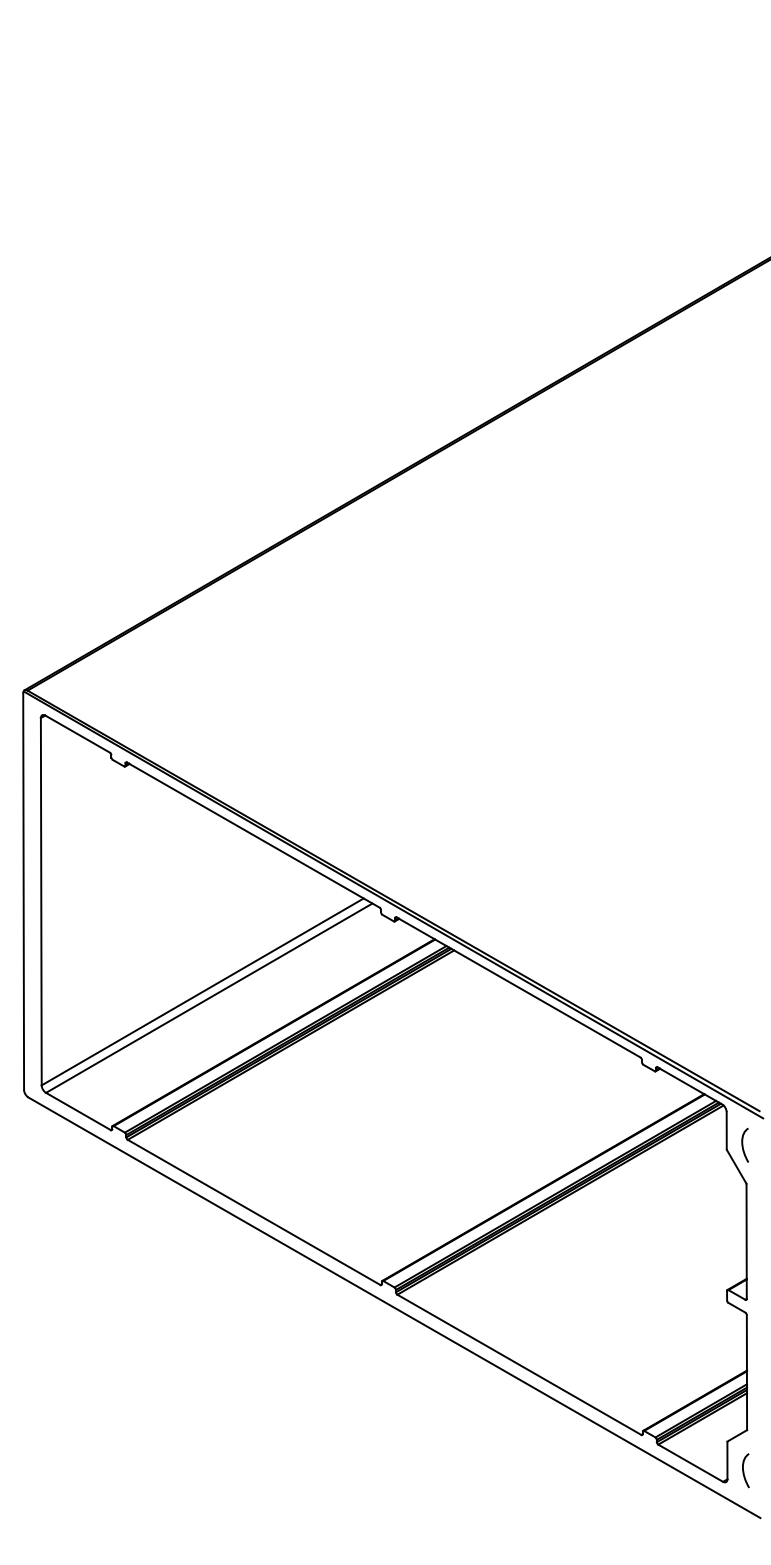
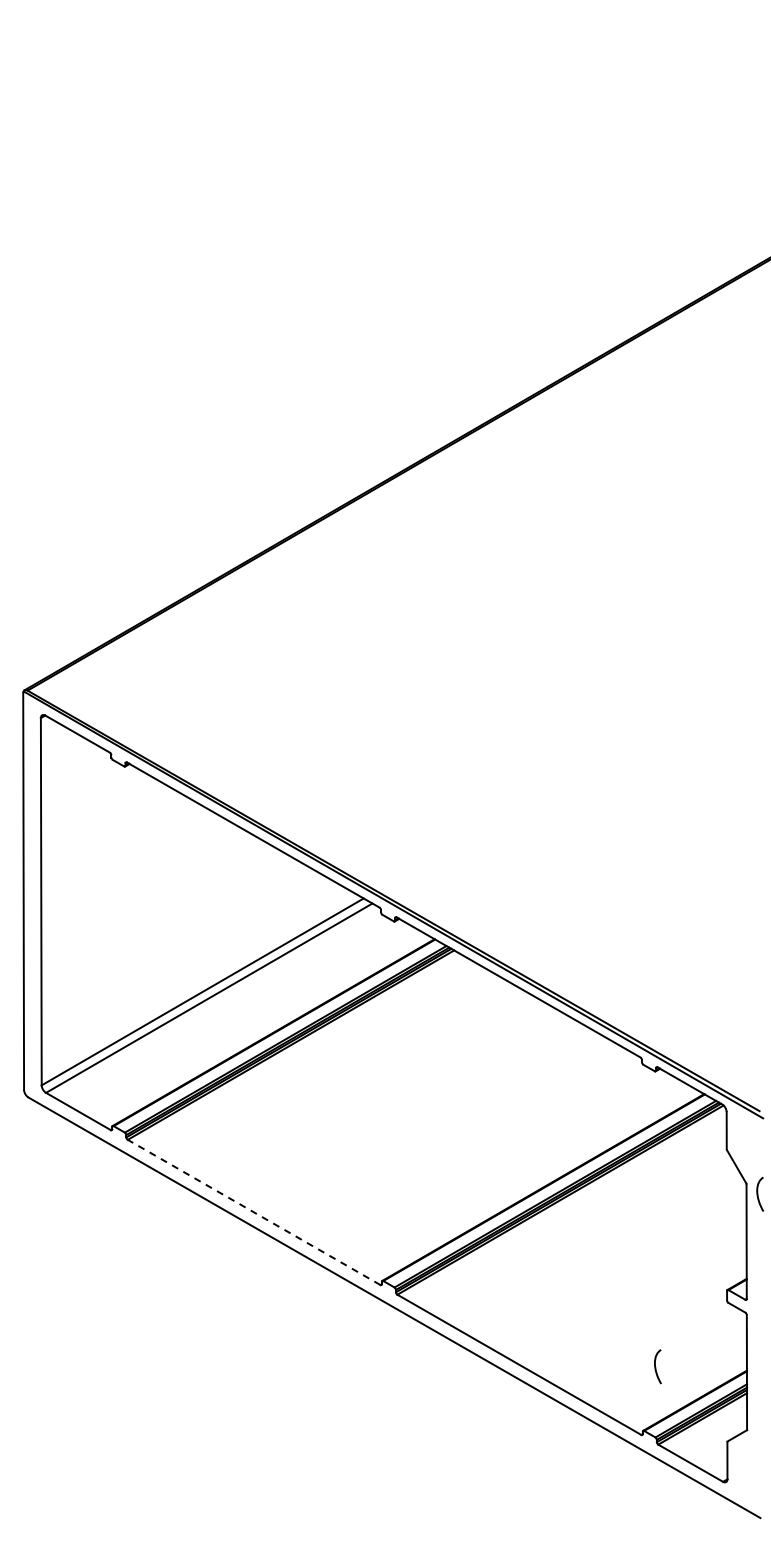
curve at (743, 1145) position: (743, 1145) -> (758, 1194)
line at (254, 1212): solid -> dashed
curve at (744, 1471) position: (744, 1471) -> (656, 1367)
